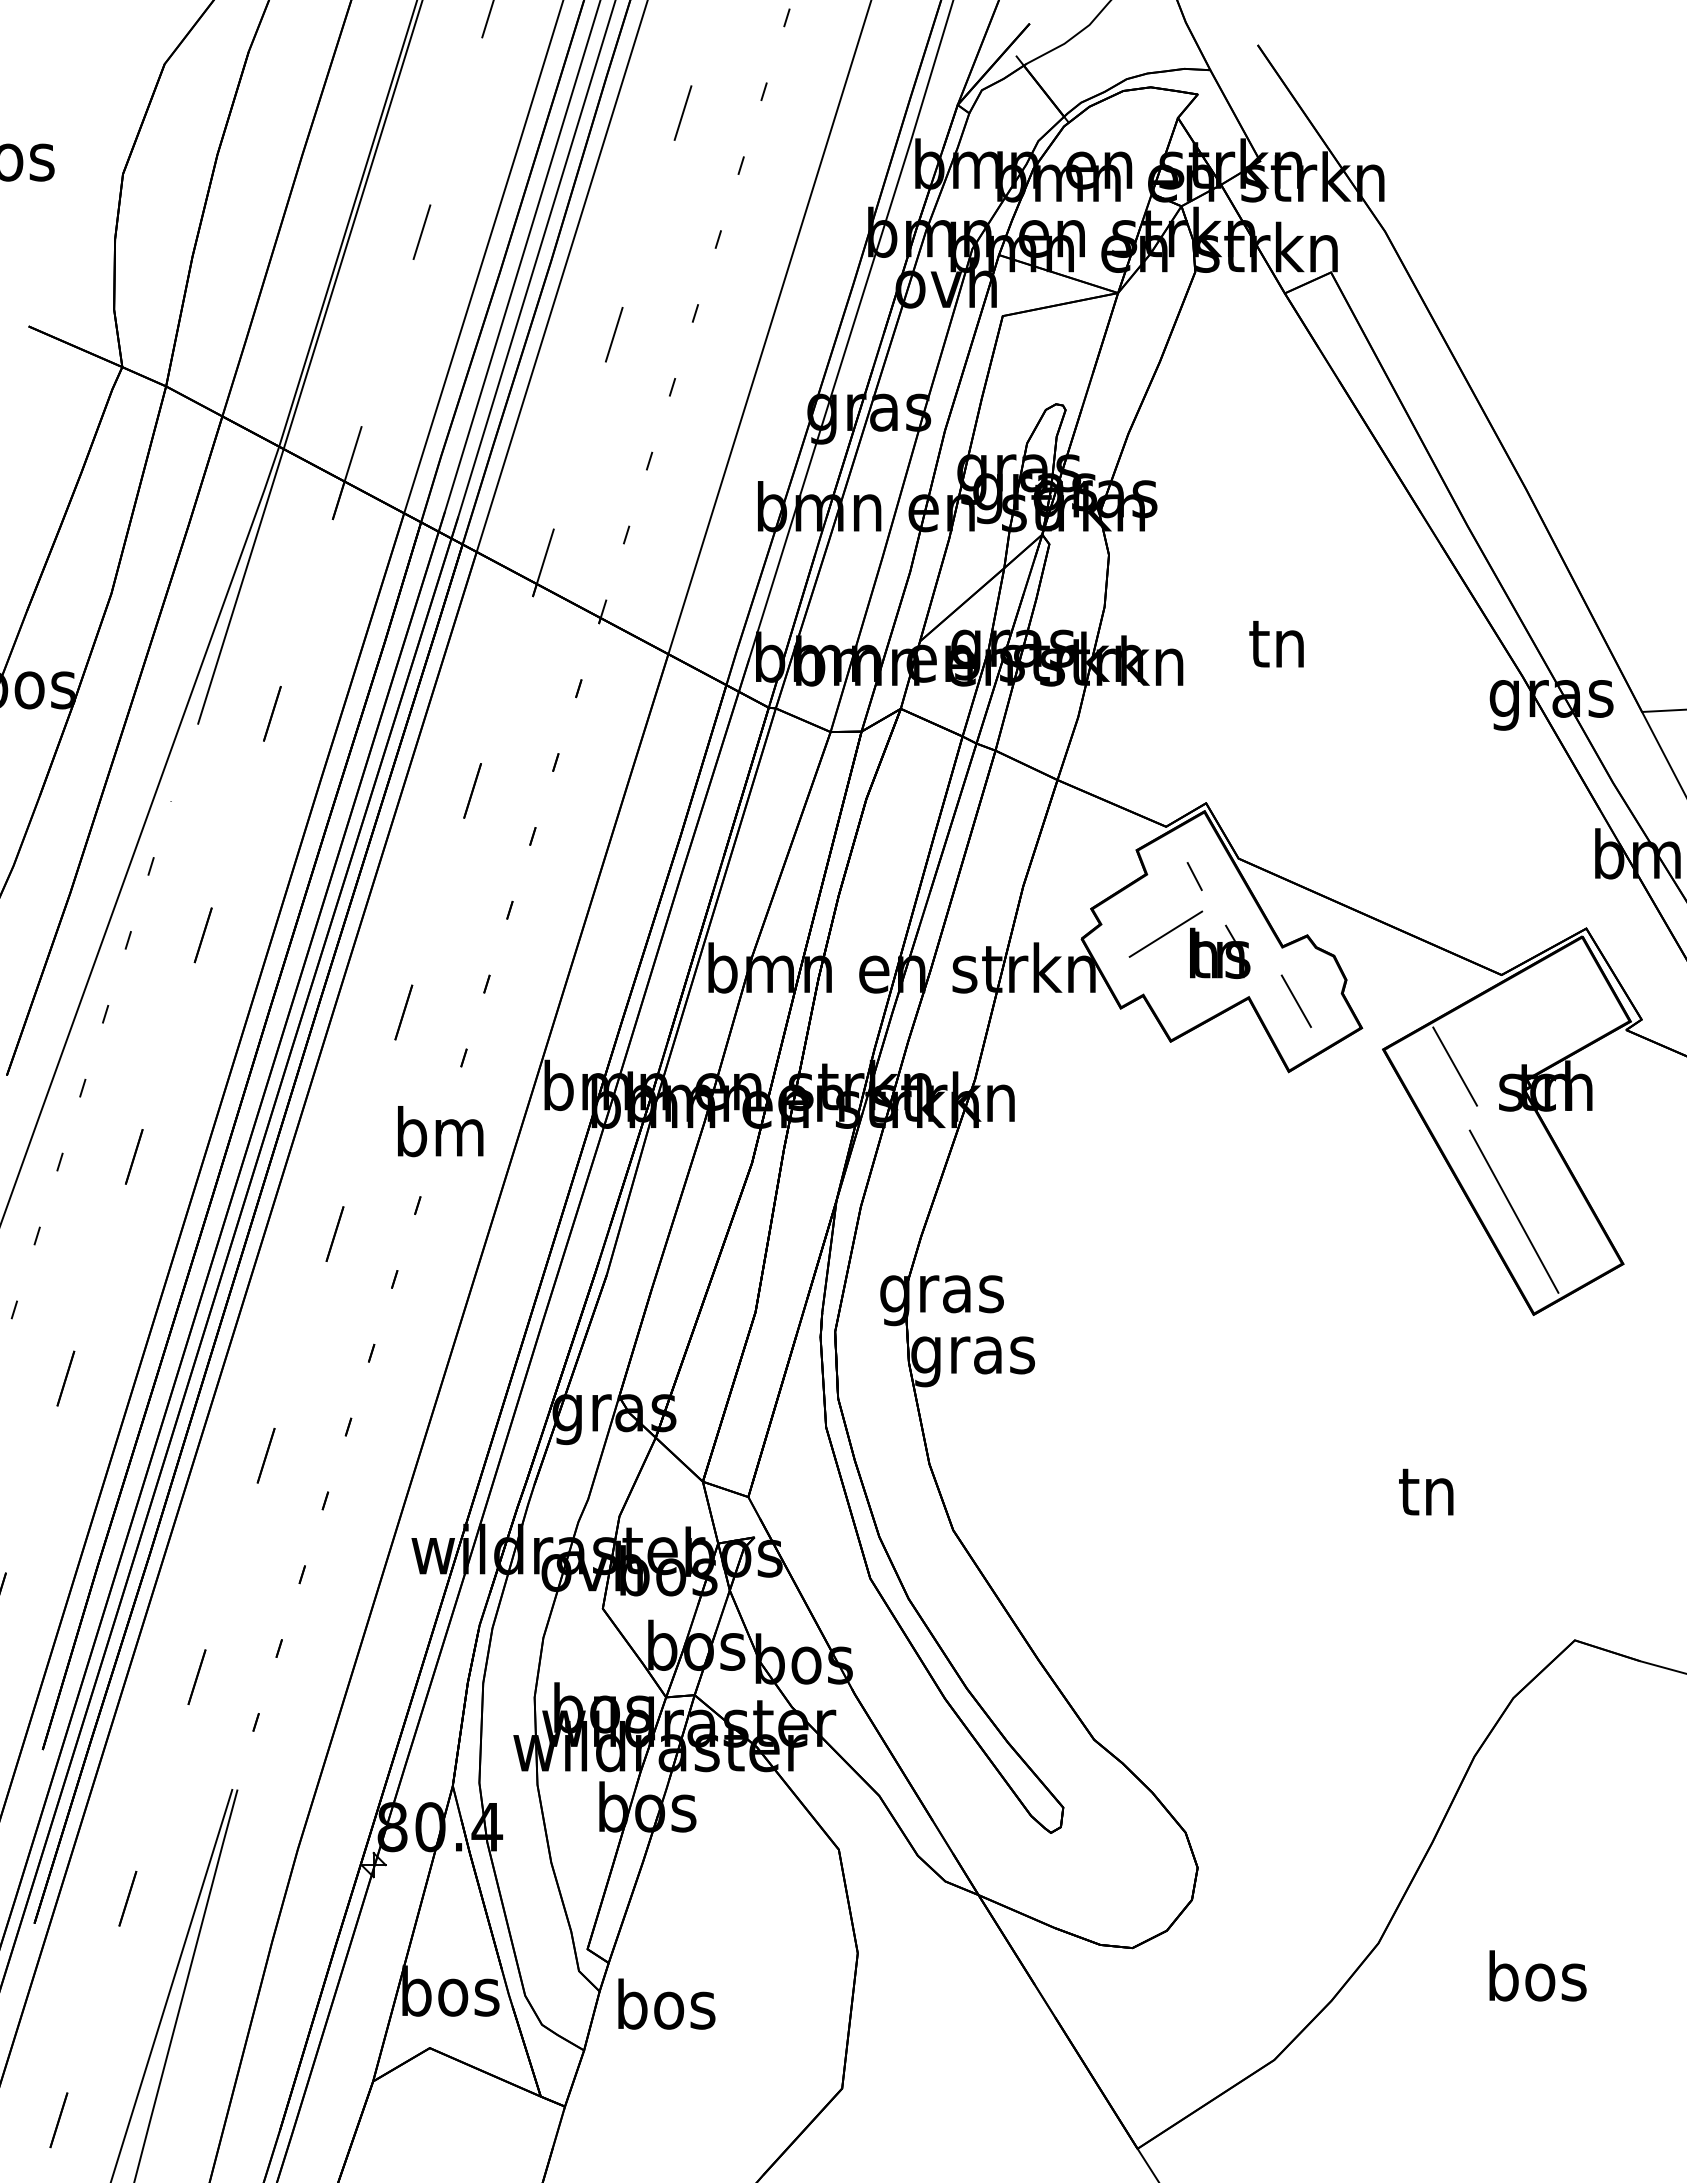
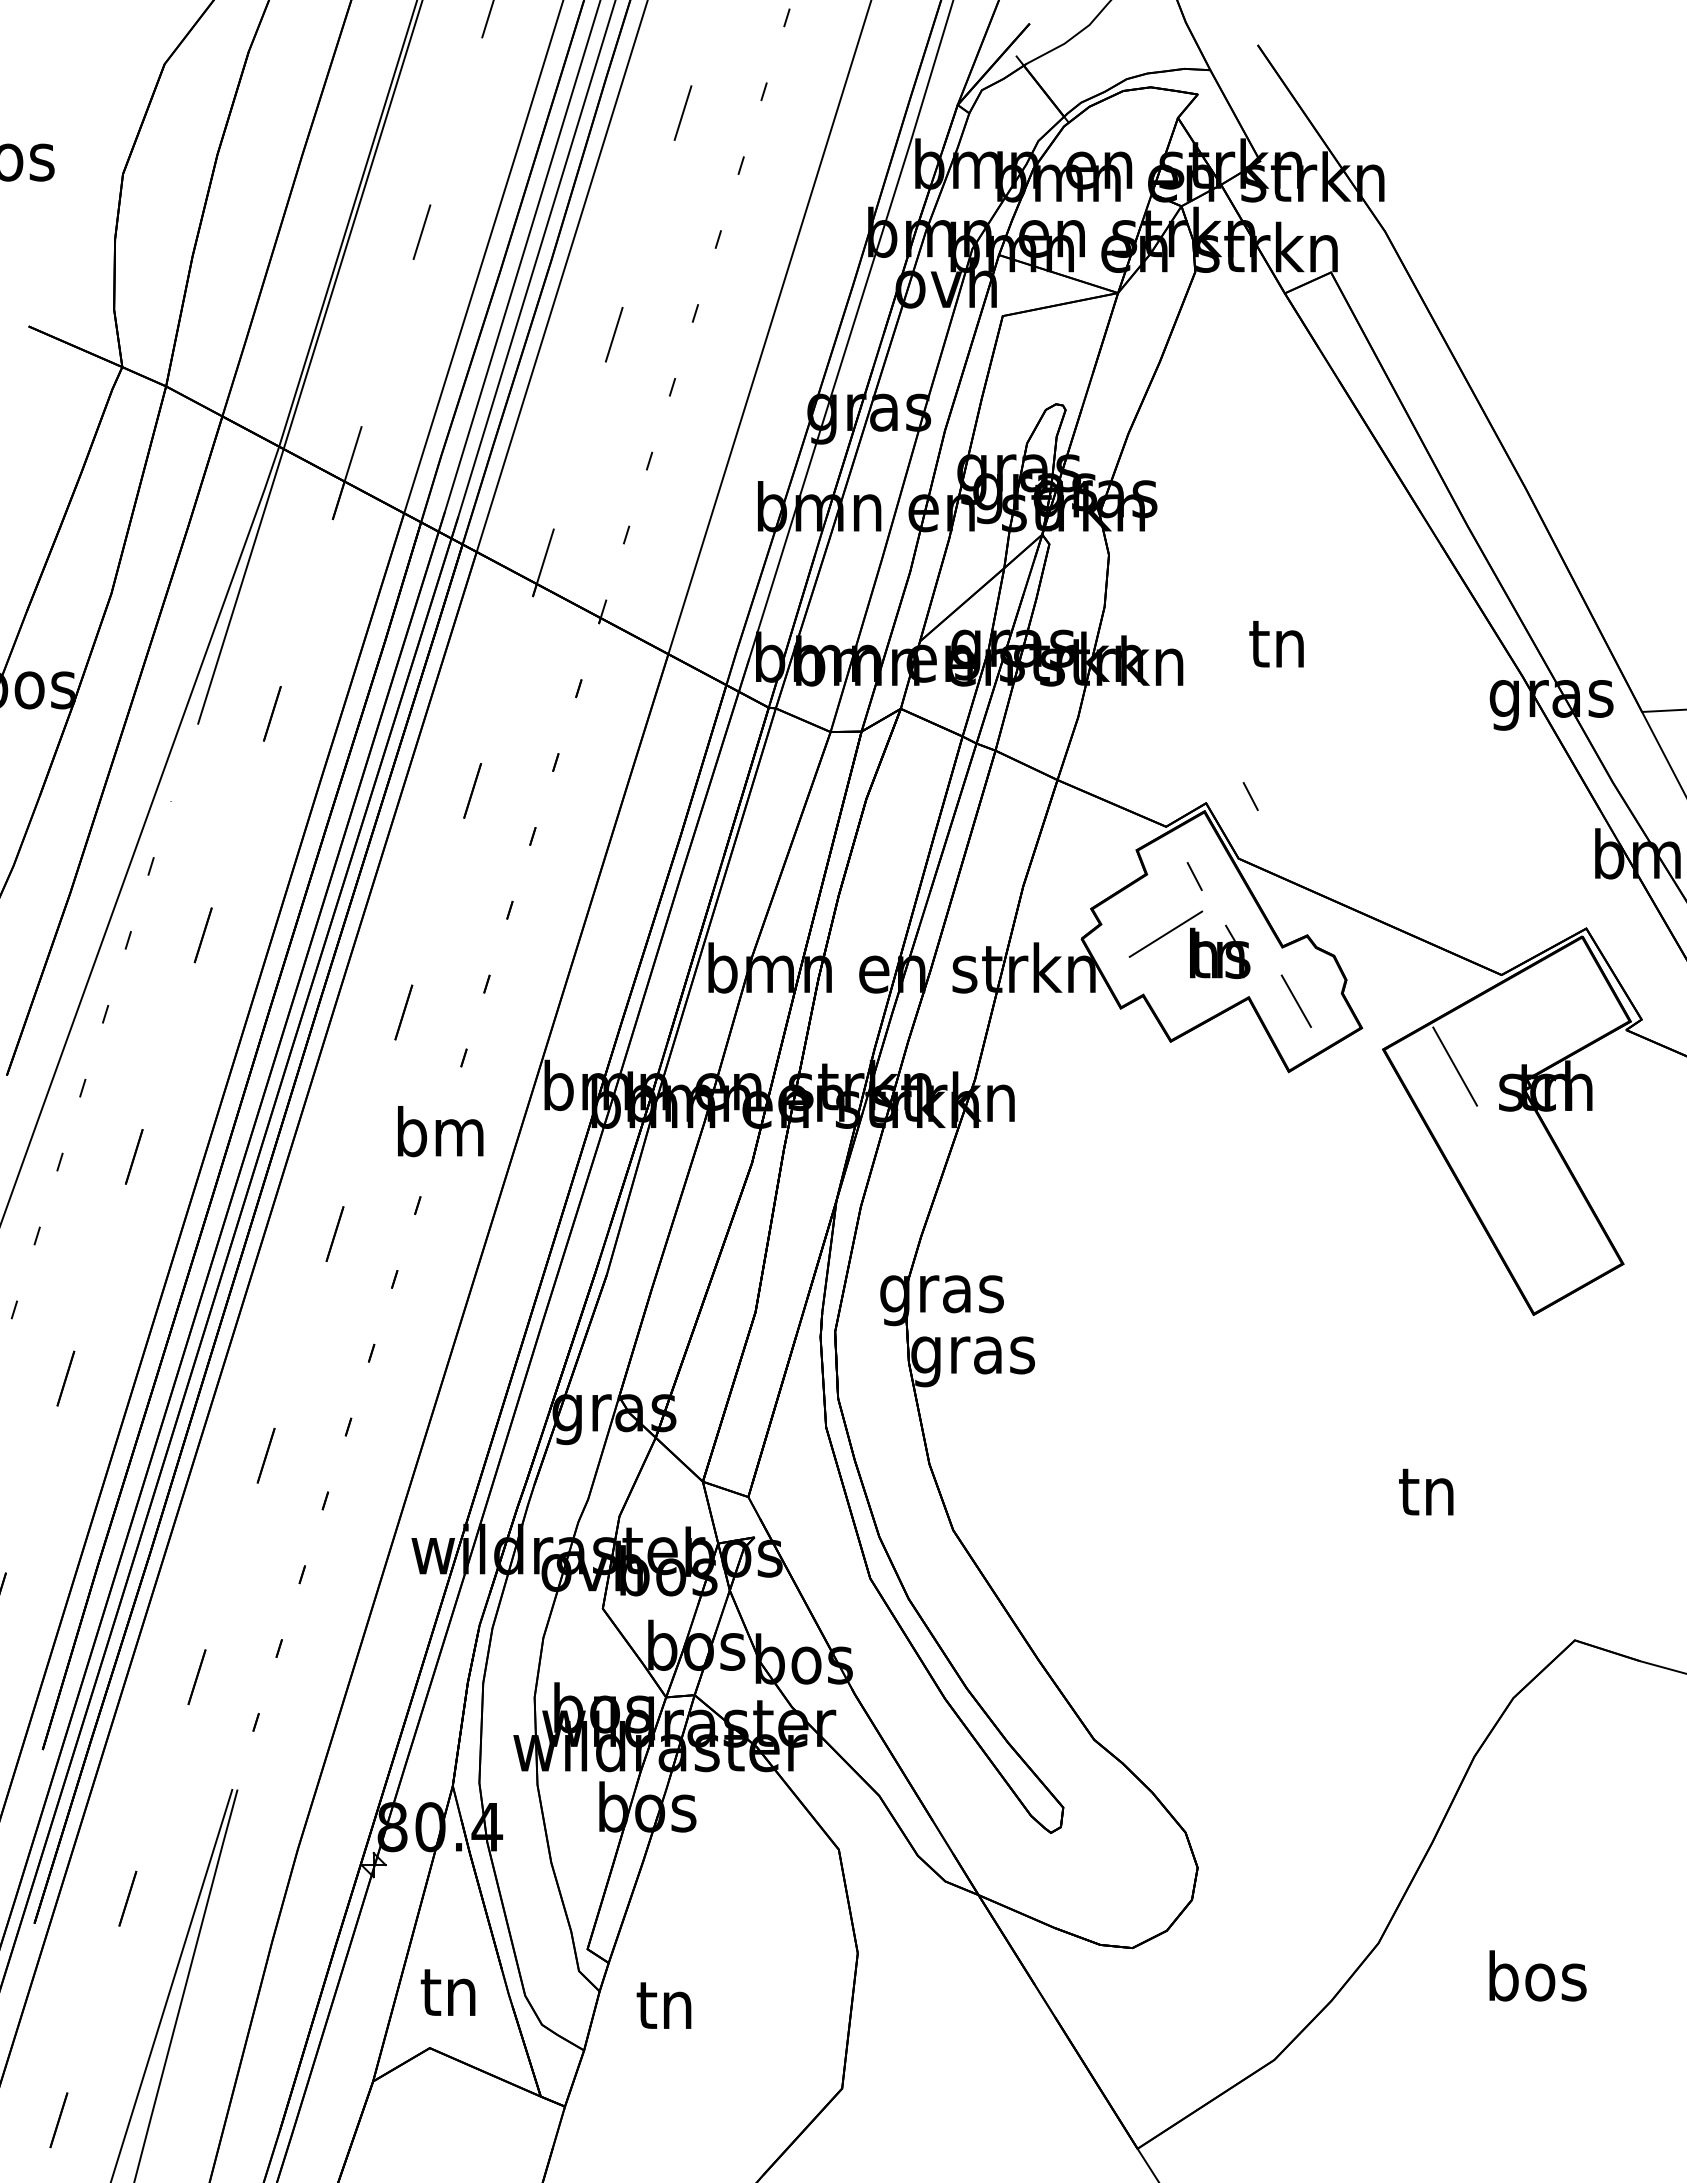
line at (1250, 796): none -> present
line at (1513, 1211): present -> none
text at (450, 1990): bos -> tn
text at (666, 2003): bos -> tn
